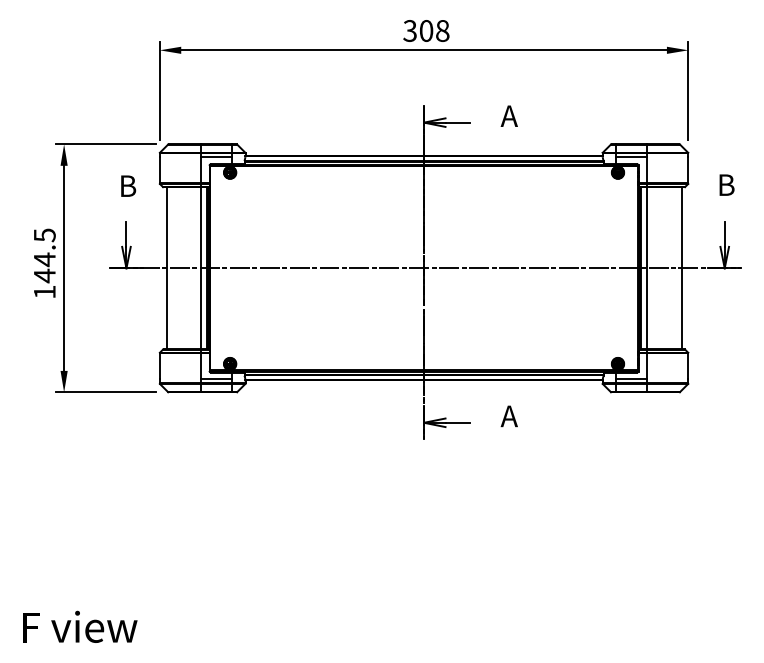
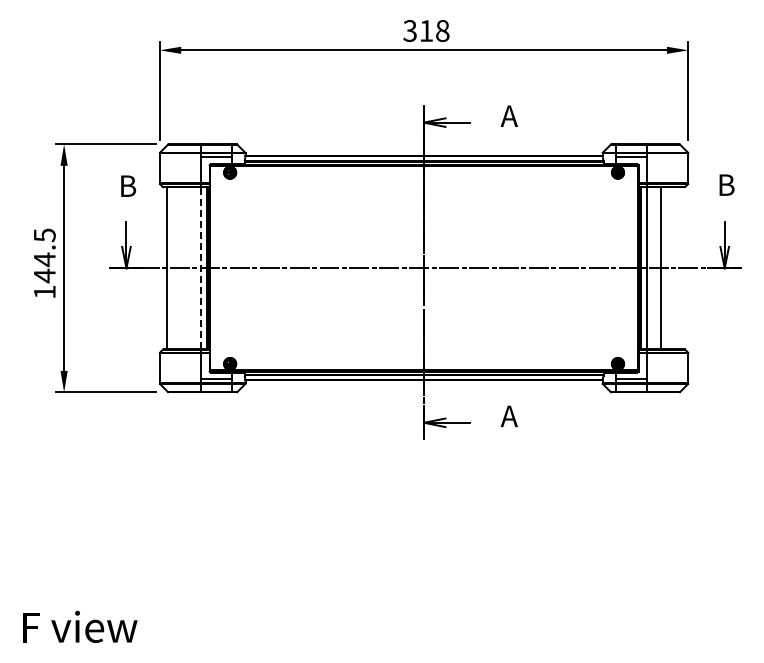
text at (426, 30): 308 -> 318
line at (200, 267): solid -> dashed
line at (681, 268) position: (681, 268) -> (660, 268)
